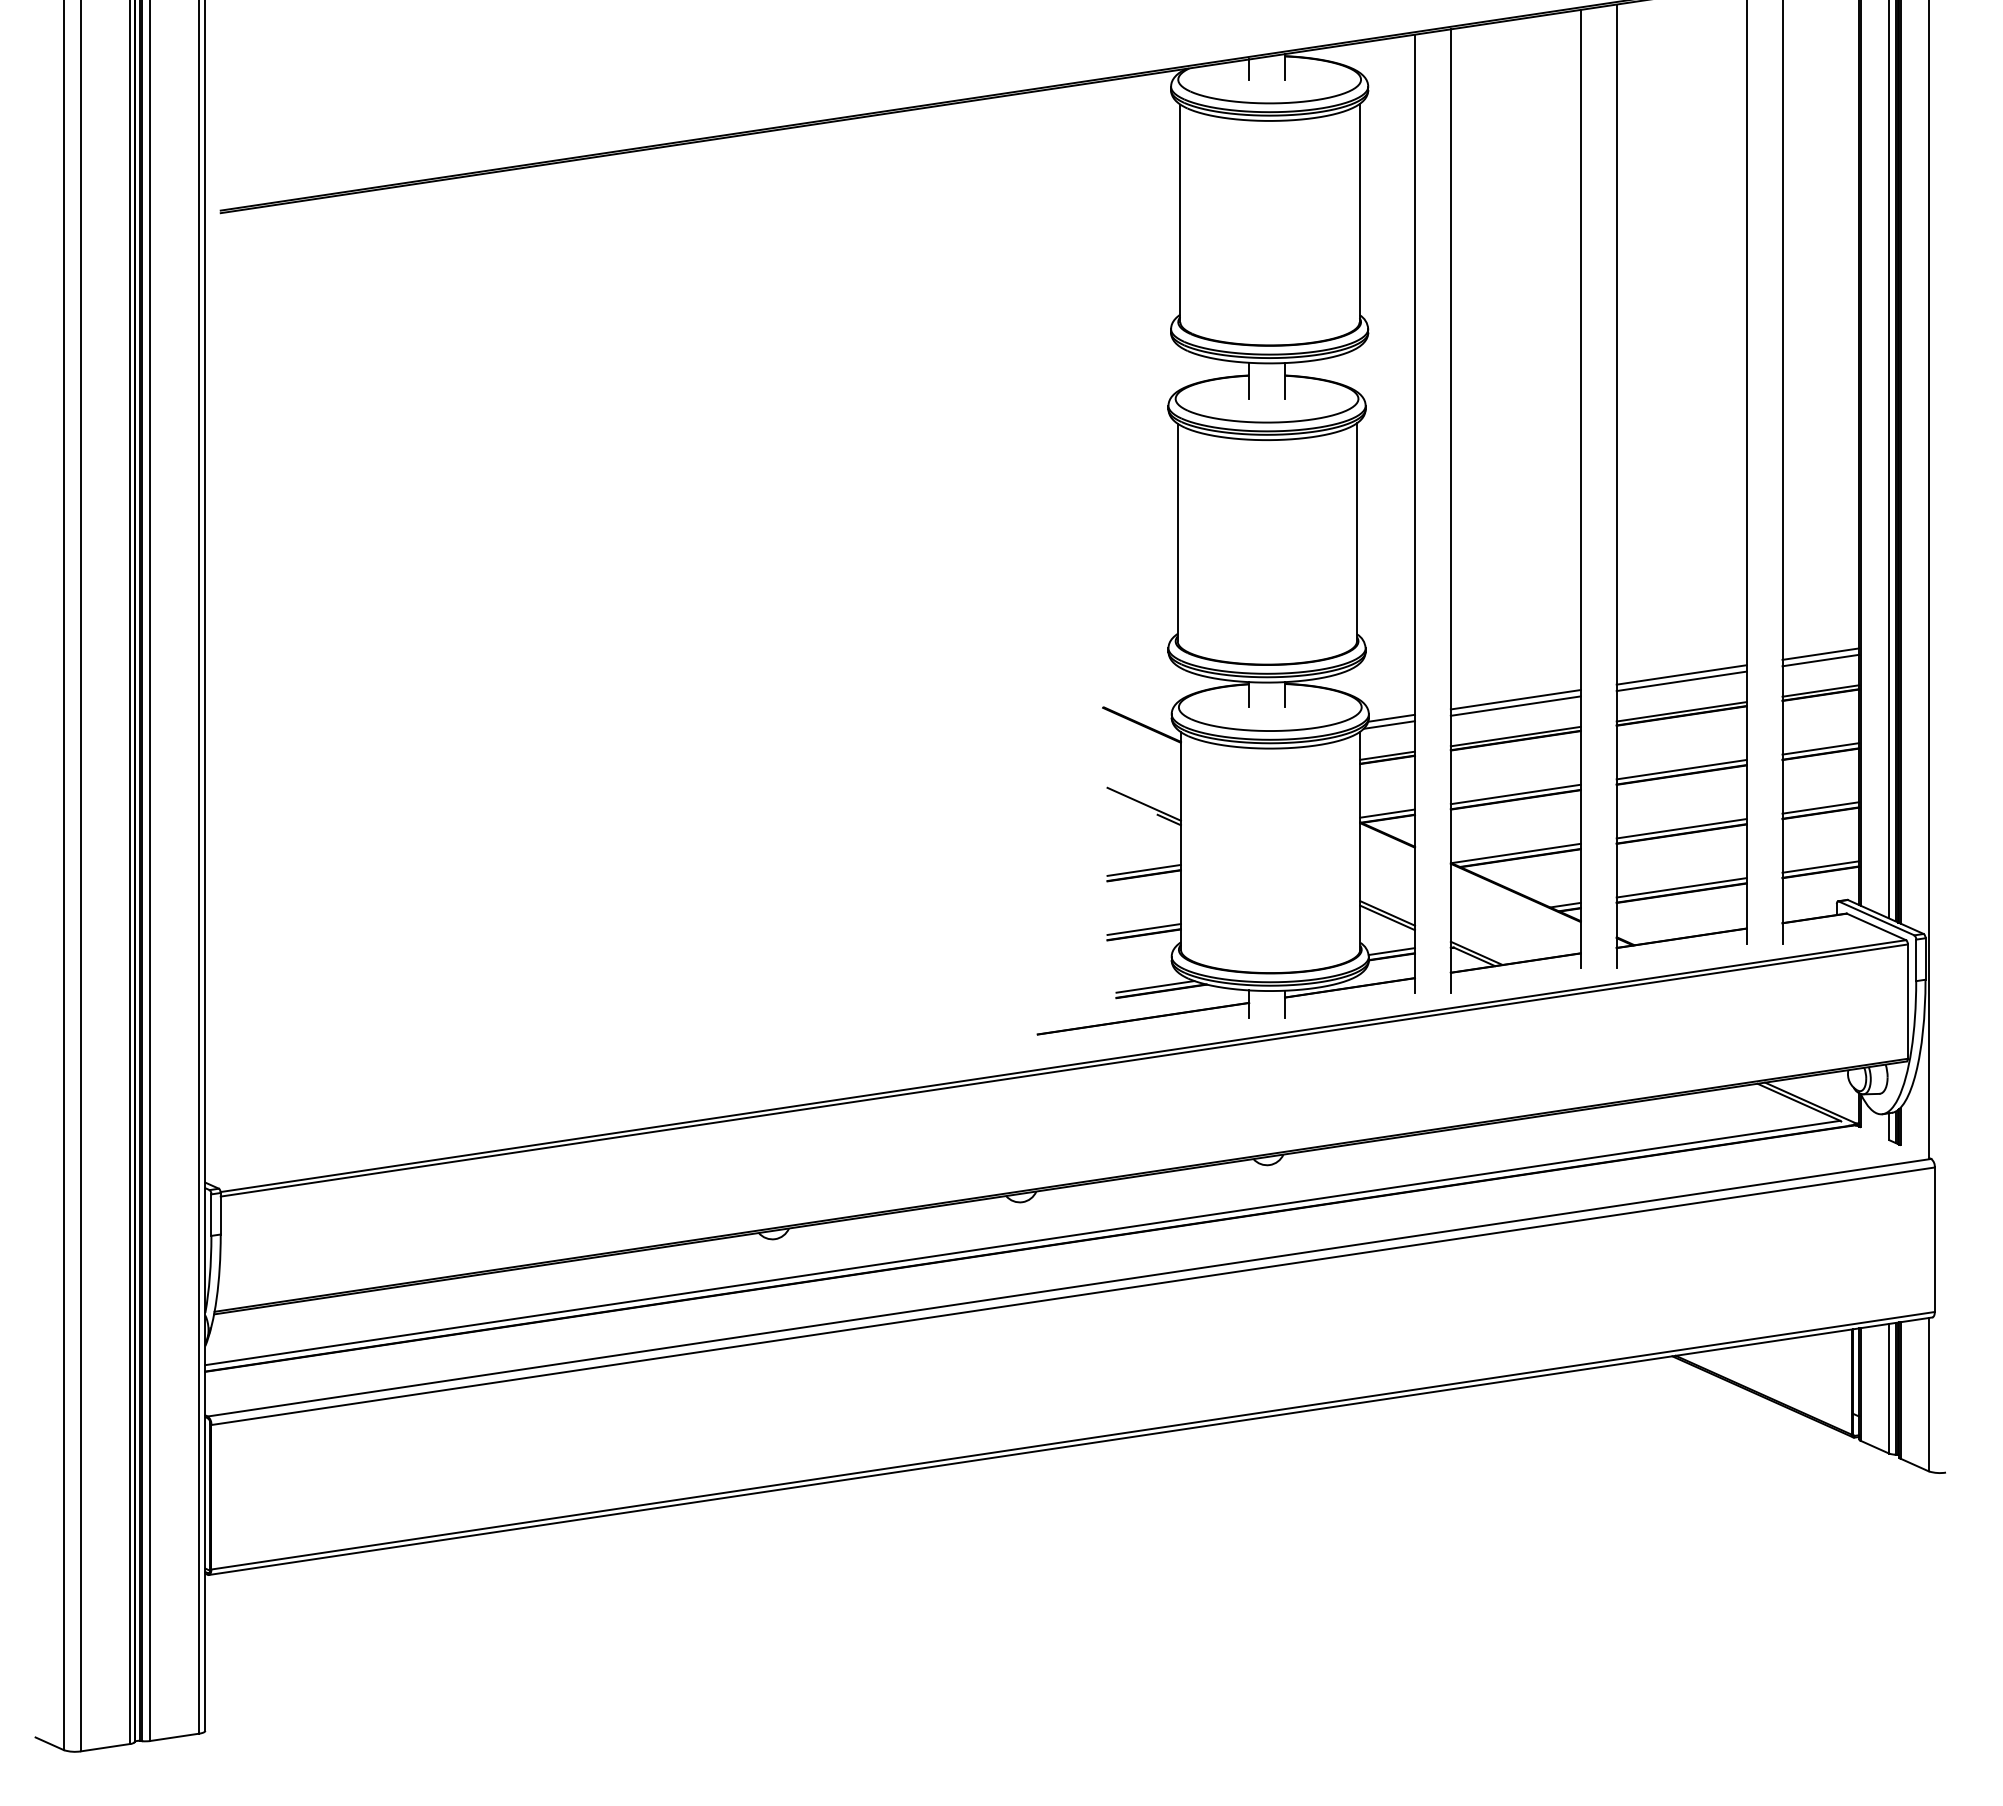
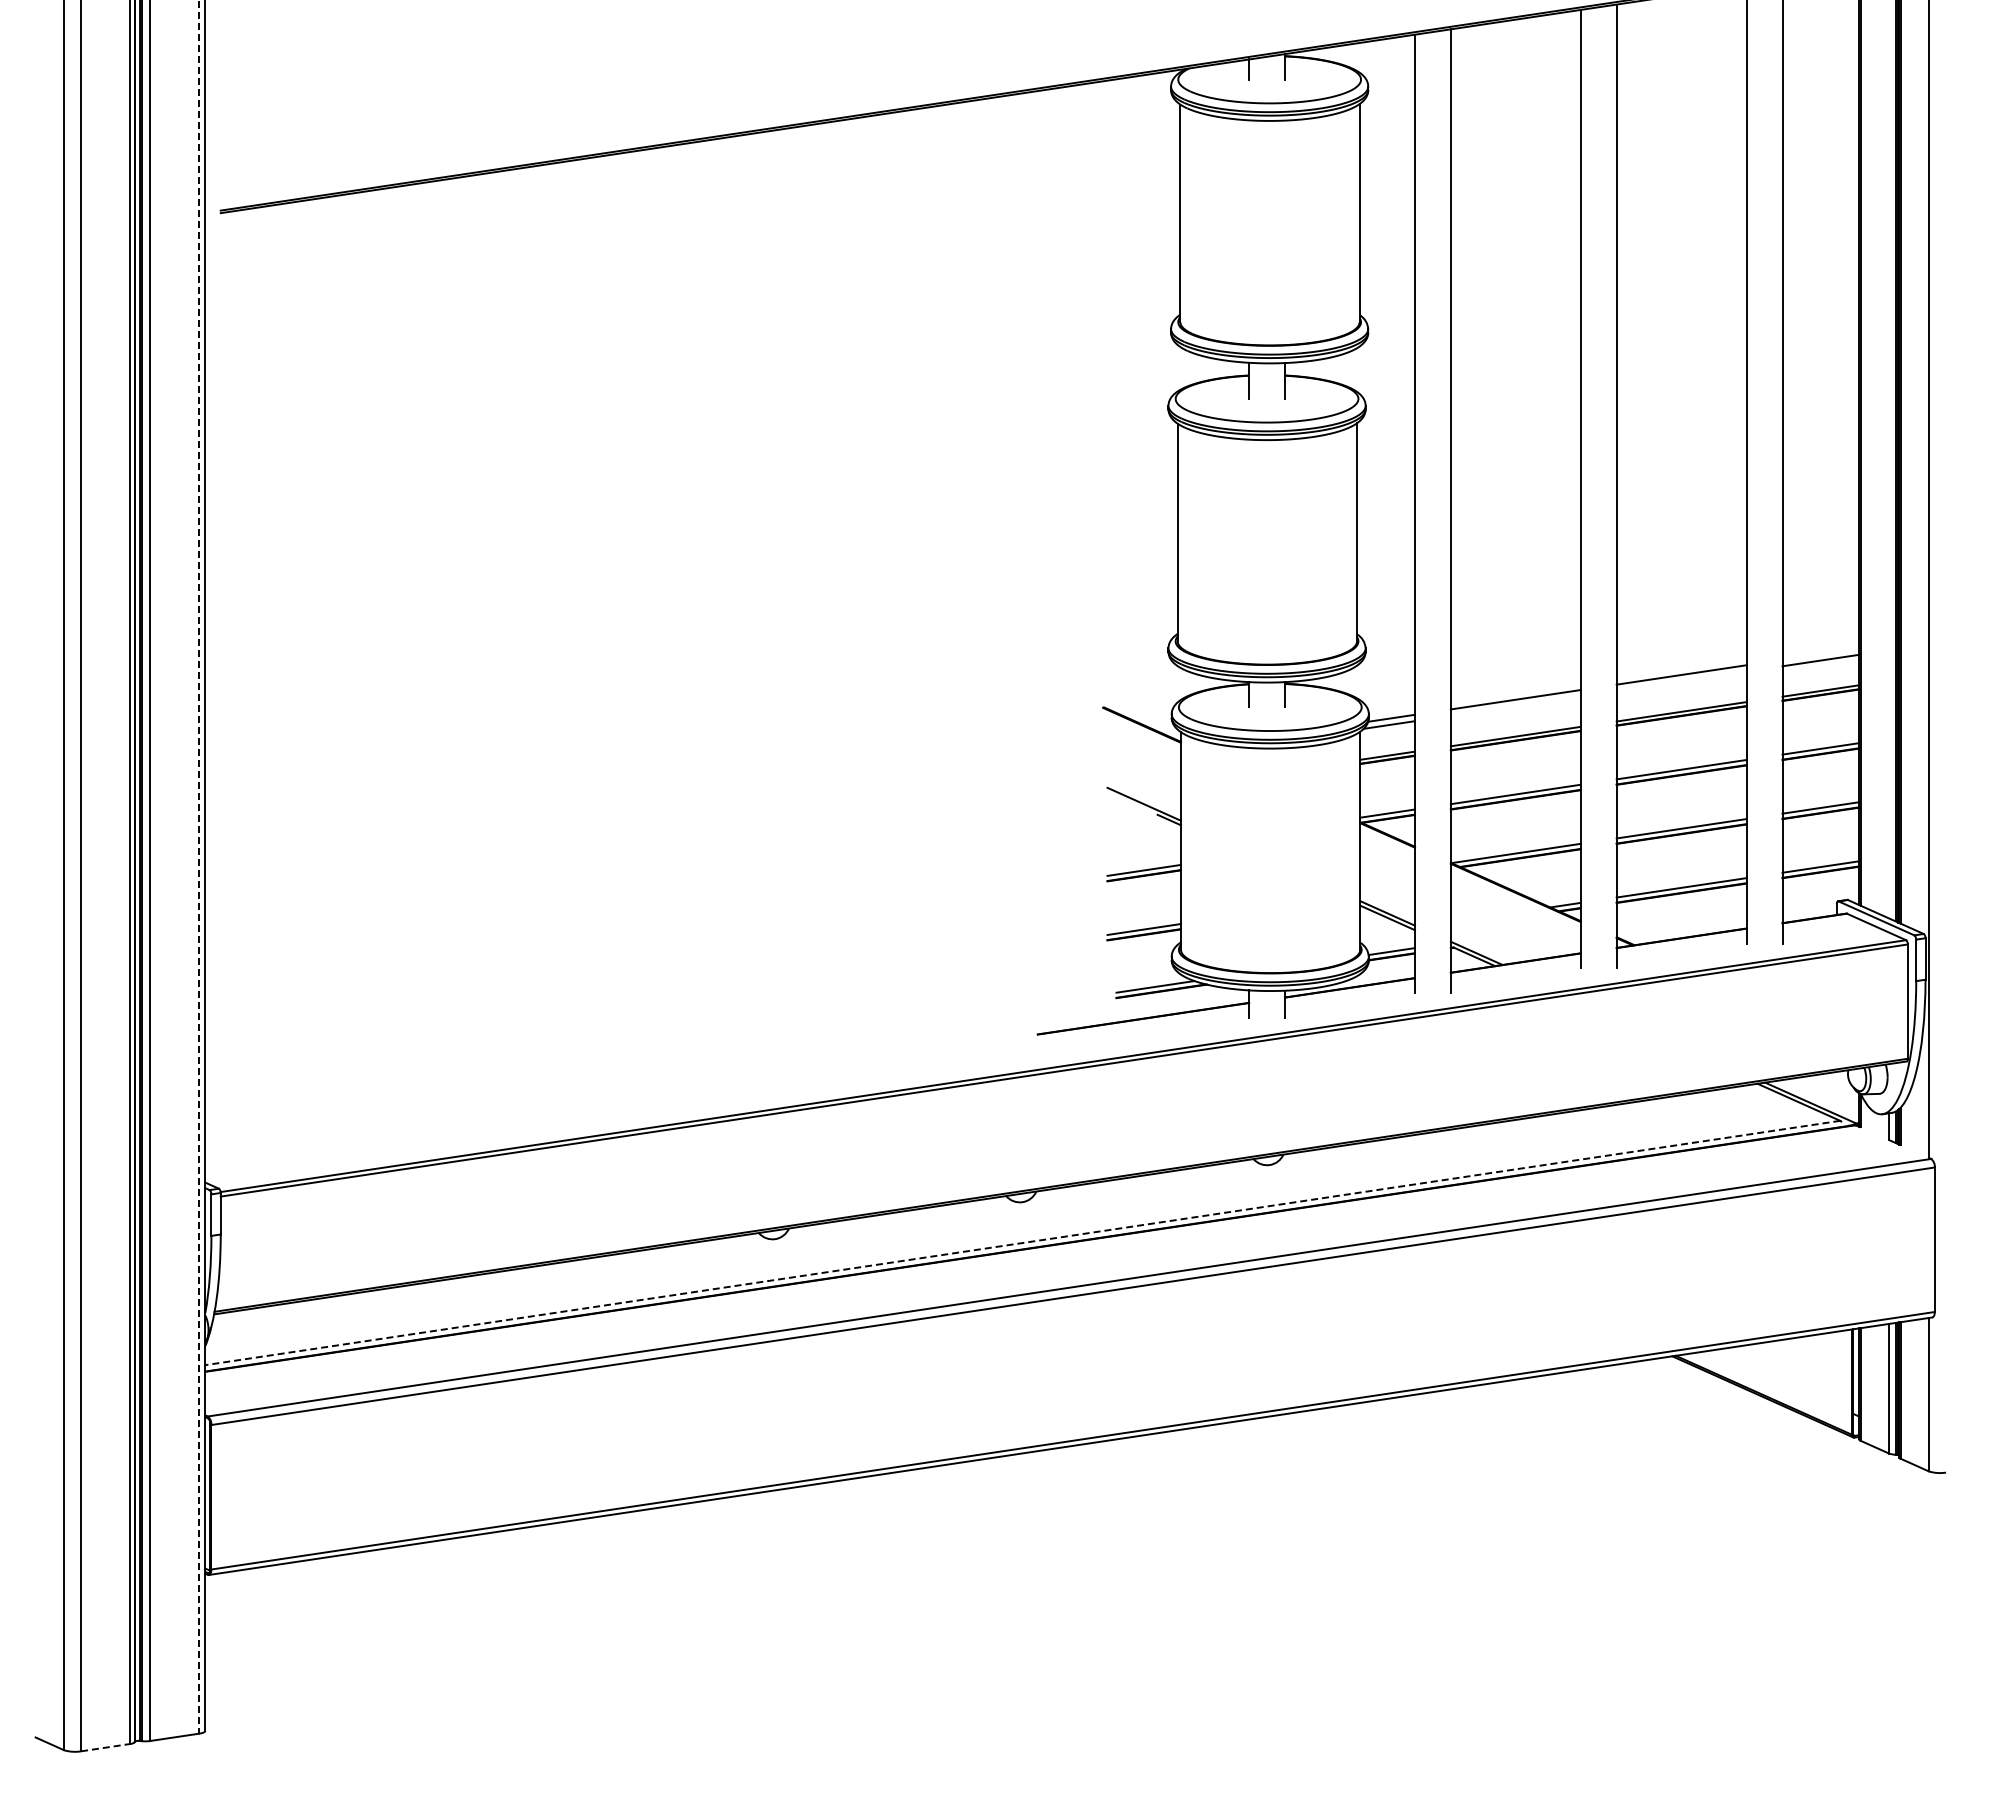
line at (1889, 460): present -> none
line at (1820, 653): present -> none
line at (1681, 681): present -> none
line at (1515, 705): present -> none
line at (199, 866): solid -> dashed
line at (1022, 1243): solid -> dashed
line at (105, 1747): solid -> dashed
